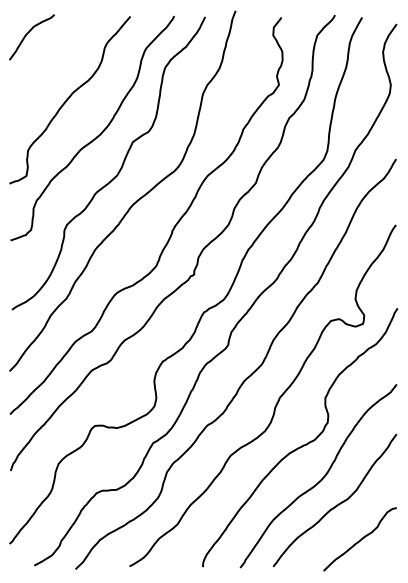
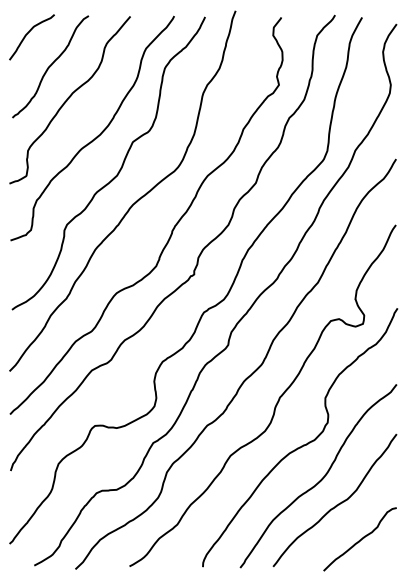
curve at (50, 66): none -> present
